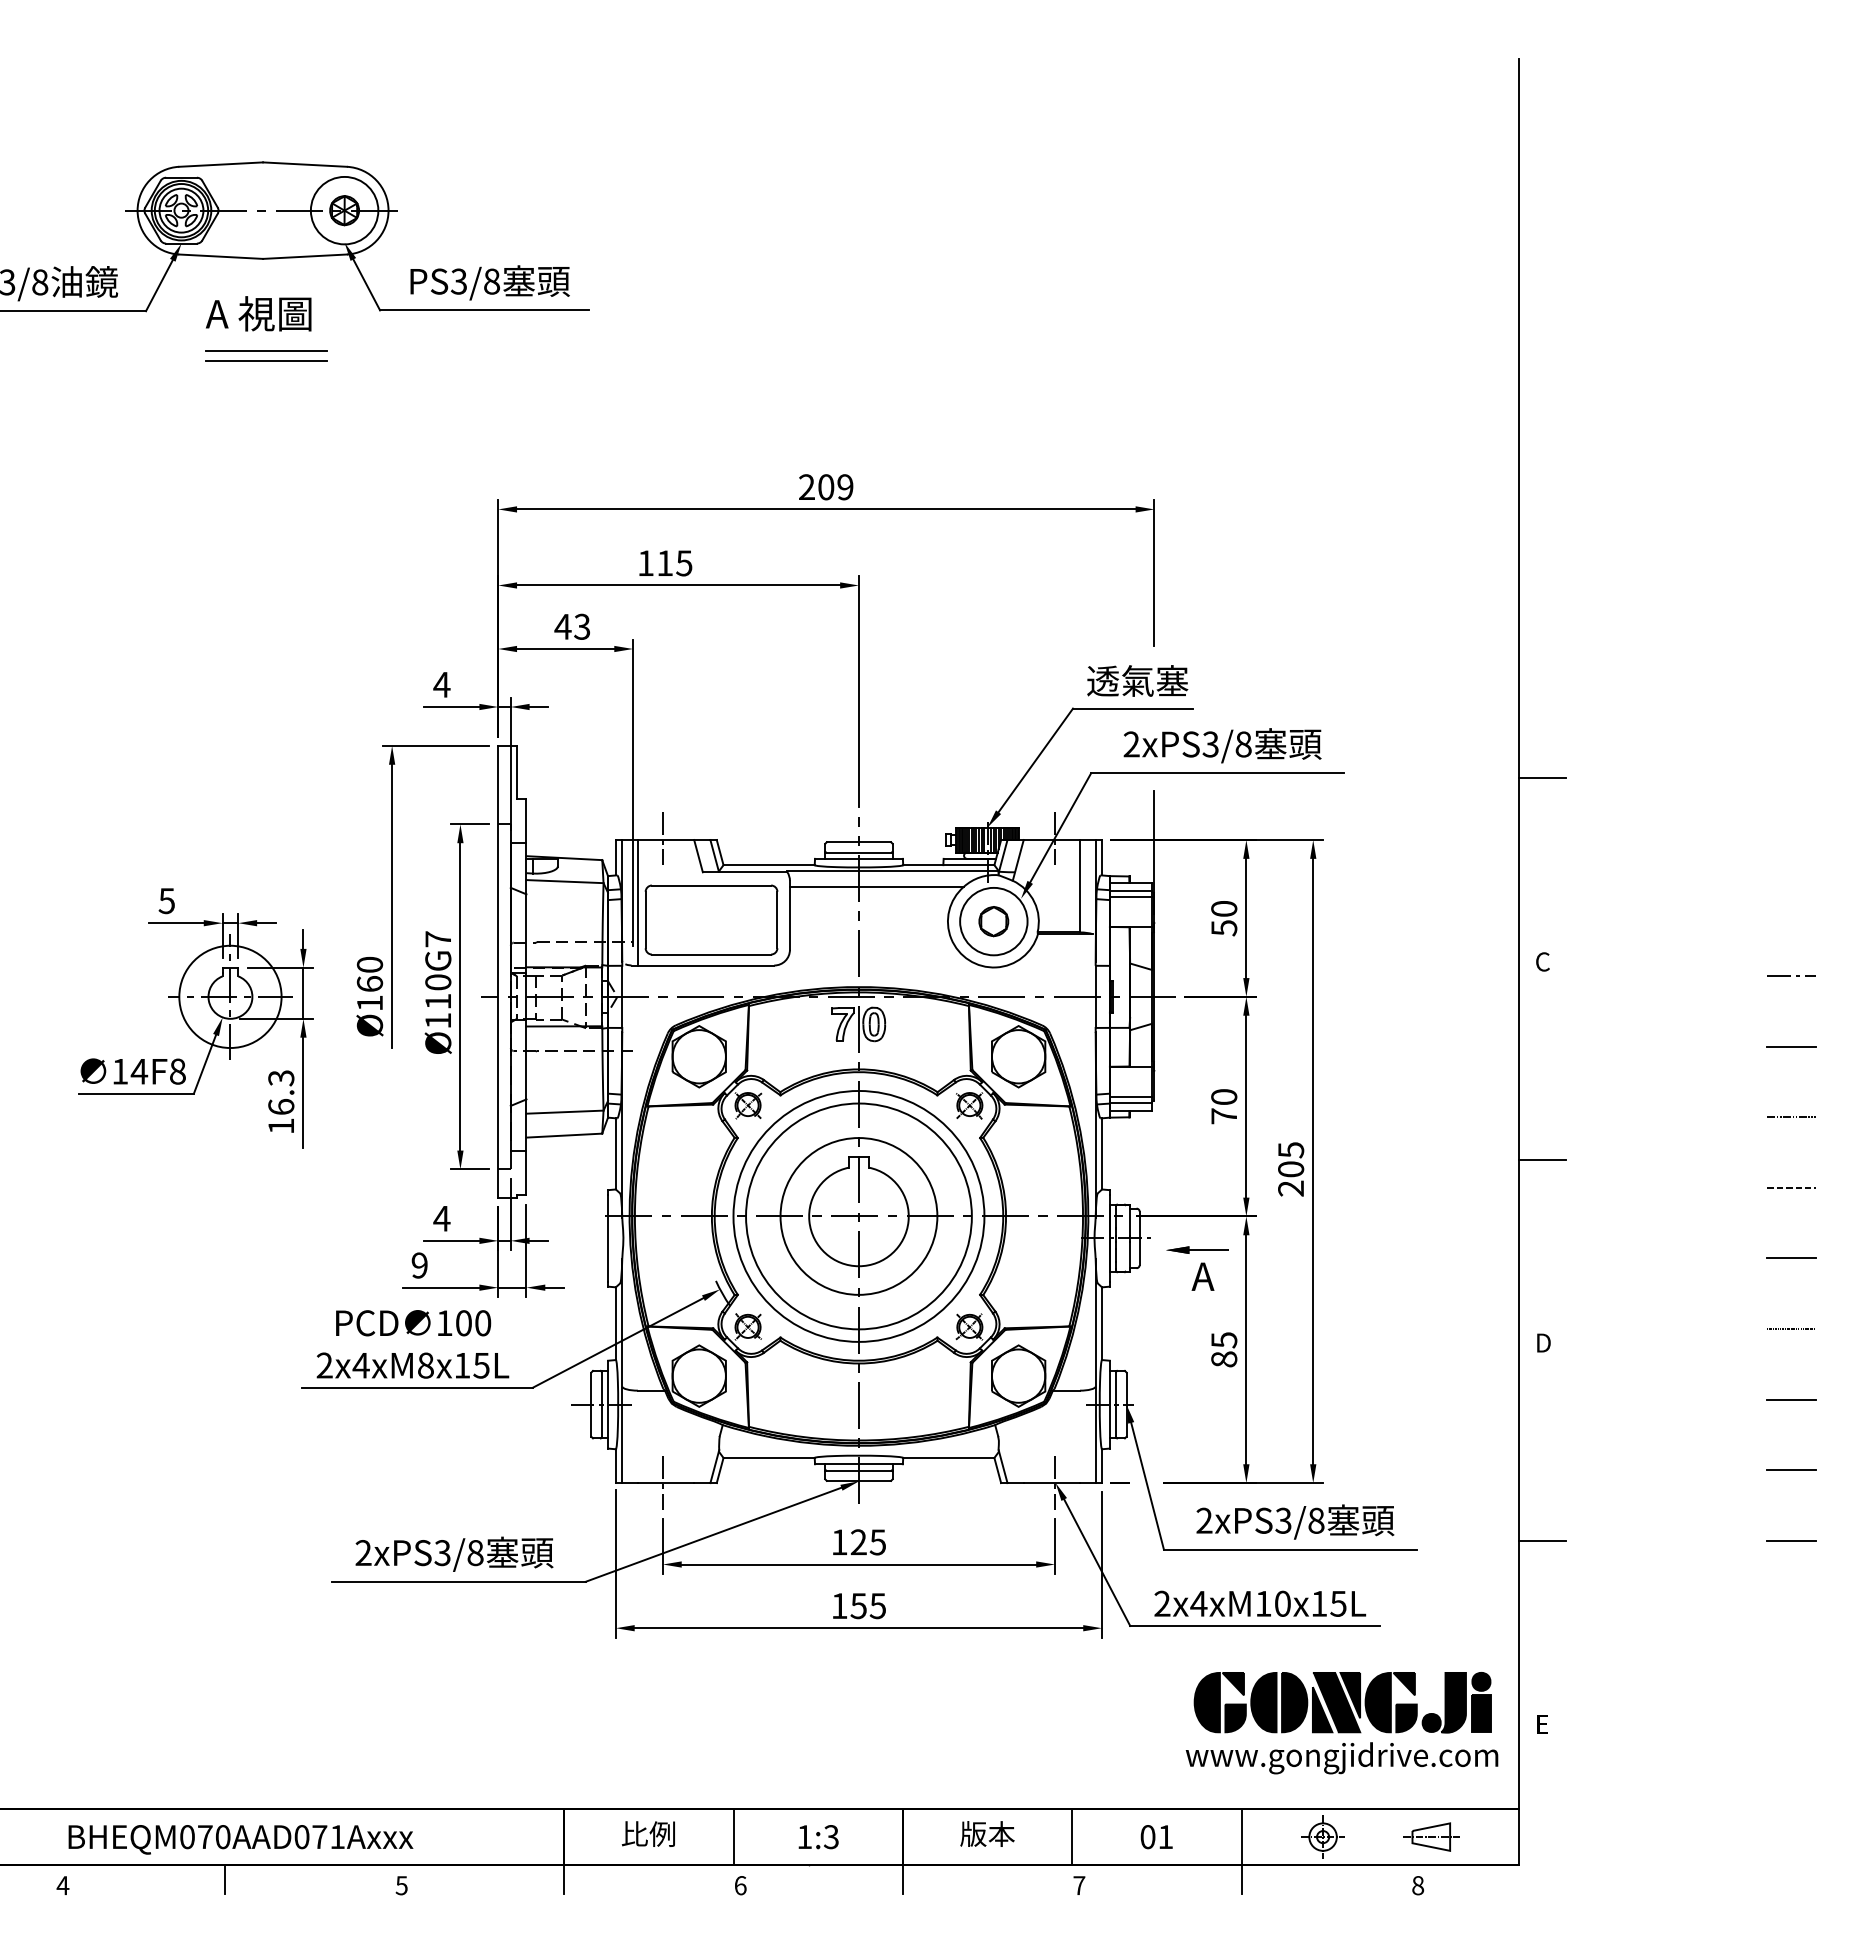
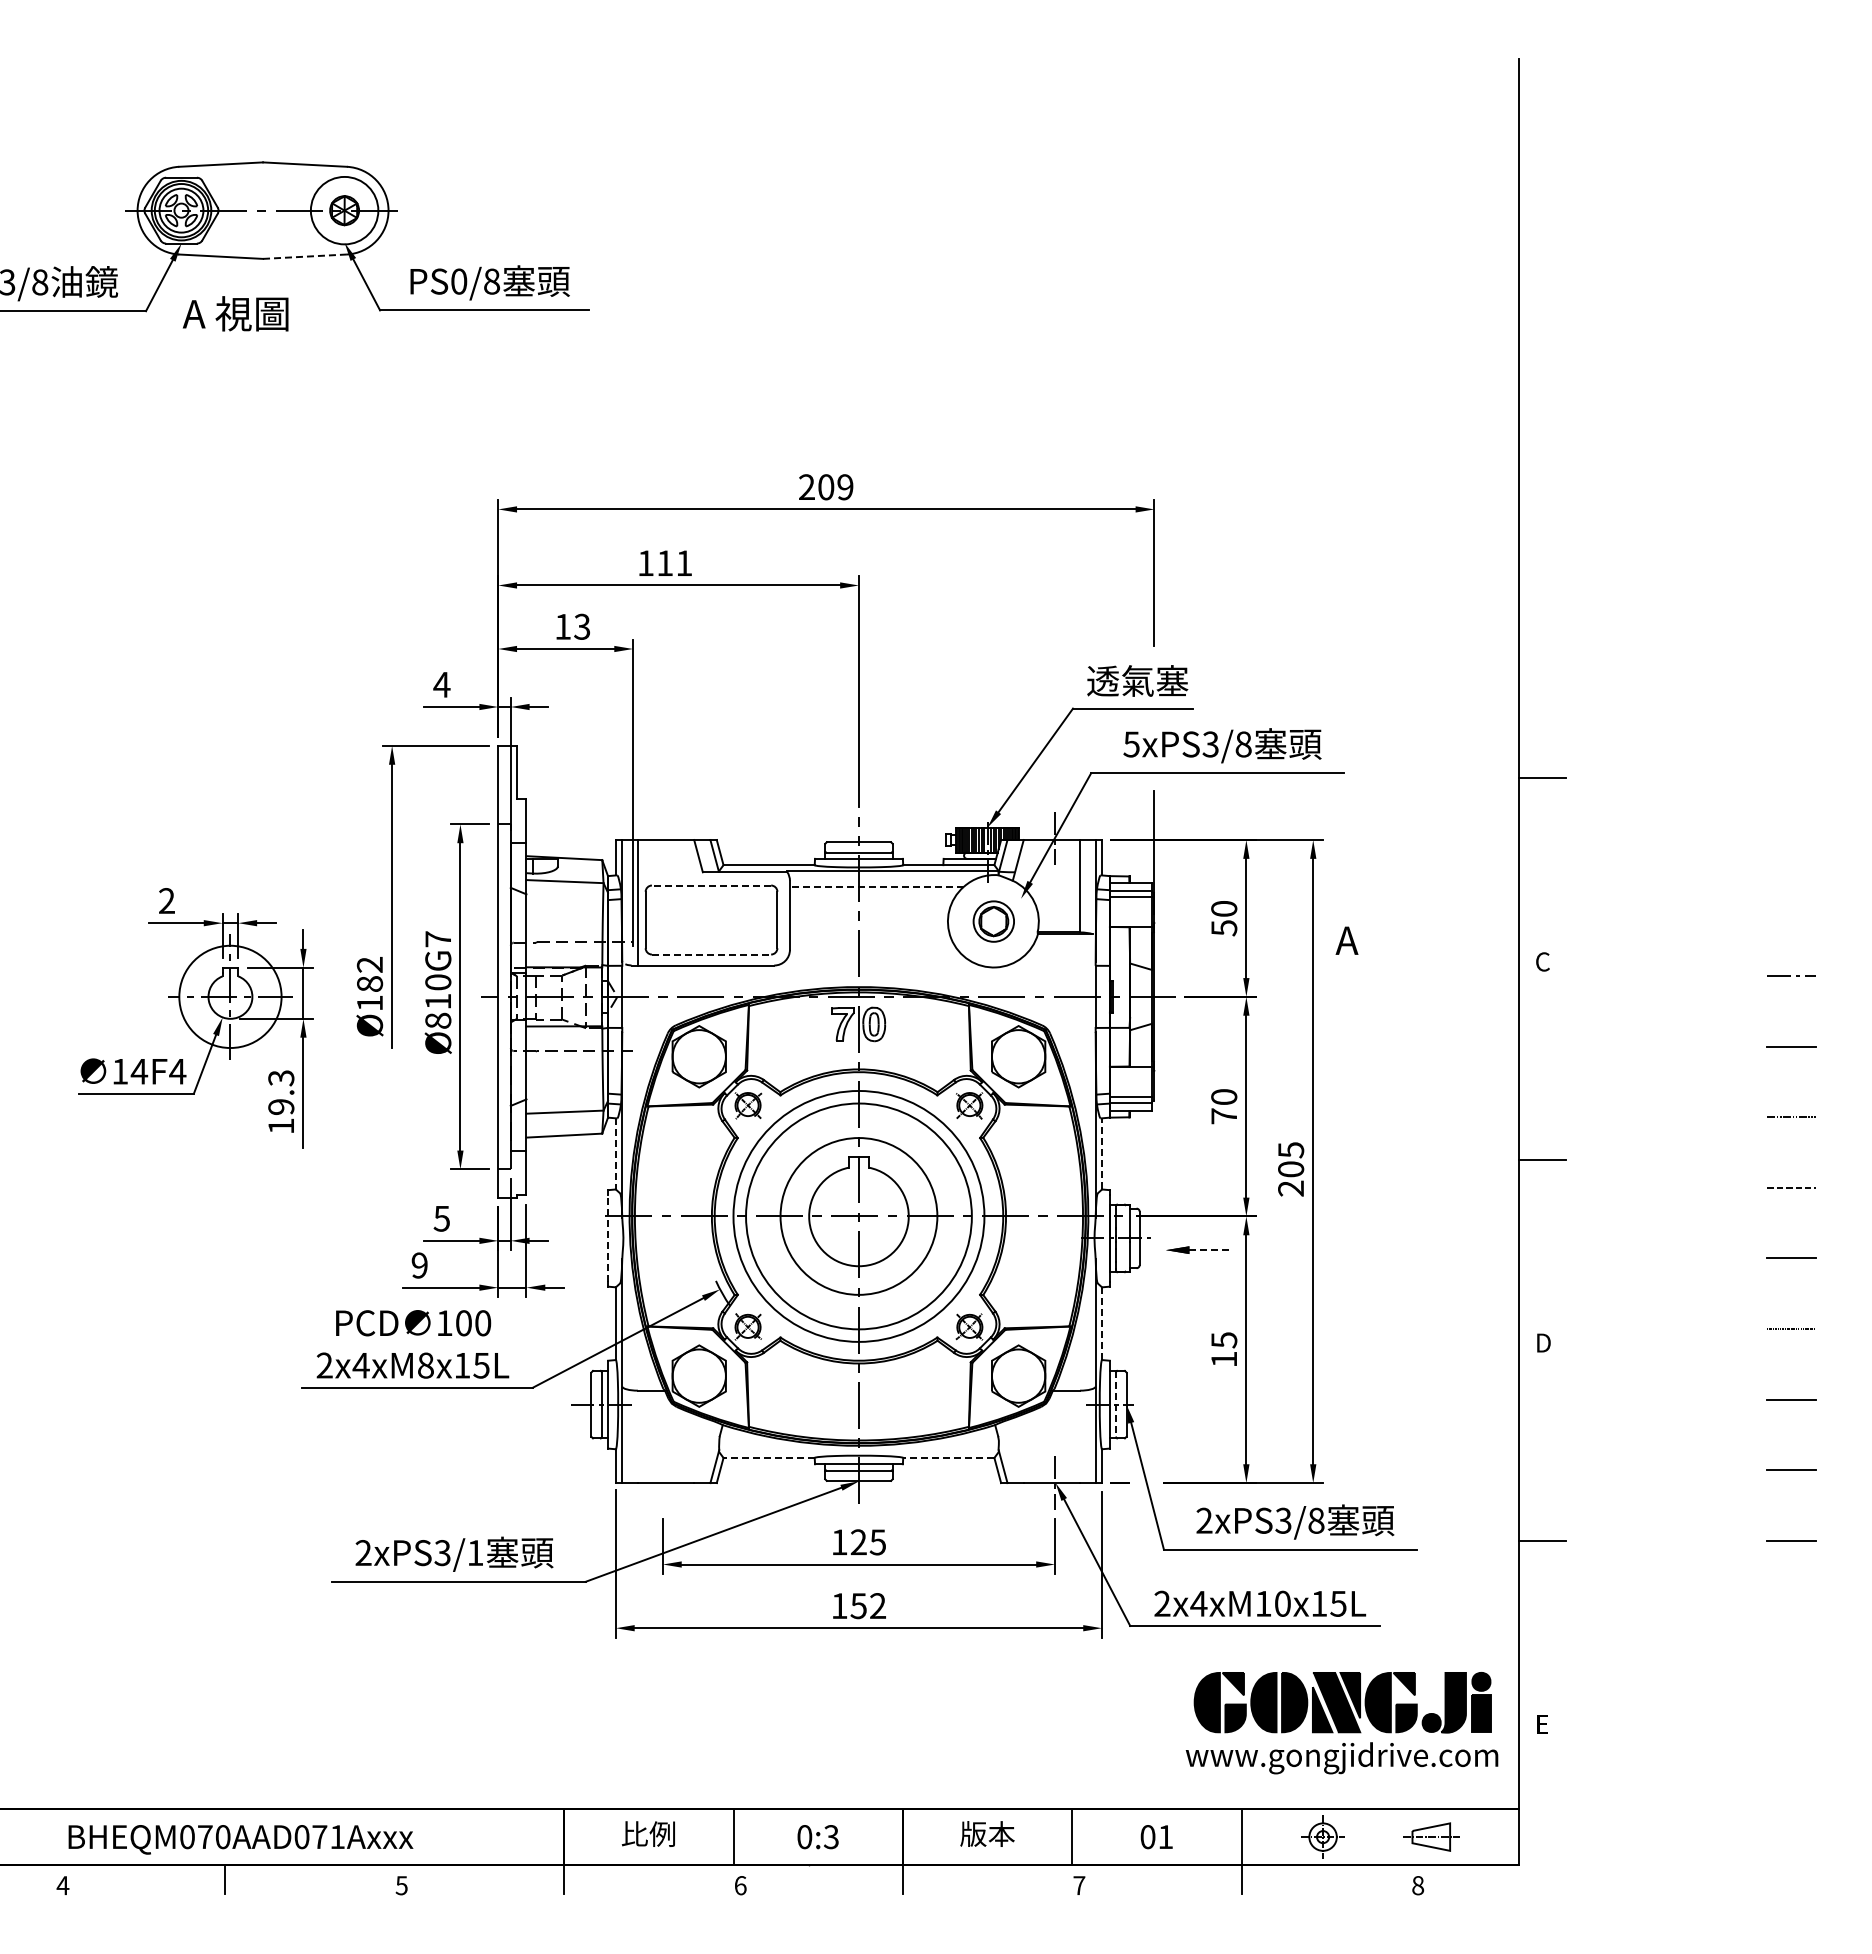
line at (305, 256): solid -> dashed
text at (458, 281): PS3/8 -> PS0/8
text at (258, 313) position: (258, 313) -> (235, 313)
line at (266, 351): present -> none
line at (266, 360): present -> none
text at (684, 563): 115 -> 111
text at (562, 626): 43 -> 13
text at (1131, 744): 2xPS3/8 -> 5xPS3/8
line at (662, 837): present -> none
line at (711, 885): solid -> dashed
line at (876, 886): solid -> dashed
text at (166, 901): 5 -> 2
circle at (993, 921) diameter: 67 px -> 40 px
line at (711, 954): solid -> dashed
text at (369, 973): Ø160 -> Ø182
text at (438, 1020): Ø110G7 -> Ø810G7
text at (177, 1071): 14F8 -> 14F4
text at (281, 1106): 16.3 -> 19.3
line at (615, 1153): solid -> dashed
line at (1102, 1153): solid -> dashed
text at (441, 1218): 4 -> 5
line at (608, 1238): solid -> dashed
line at (1209, 1250): solid -> dashed
text at (1202, 1276) position: (1202, 1276) -> (1346, 940)
line at (1102, 1323): solid -> dashed
text at (1224, 1359): 85 -> 15
line at (1116, 1404): solid -> dashed
line at (769, 1457): solid -> dashed
line at (948, 1457): solid -> dashed
line at (662, 1482): present -> none
text at (475, 1553): 2xPS3/8 -> 2xPS3/1
text at (877, 1606): 155 -> 152
text at (804, 1837): 1:3 -> 0:3
